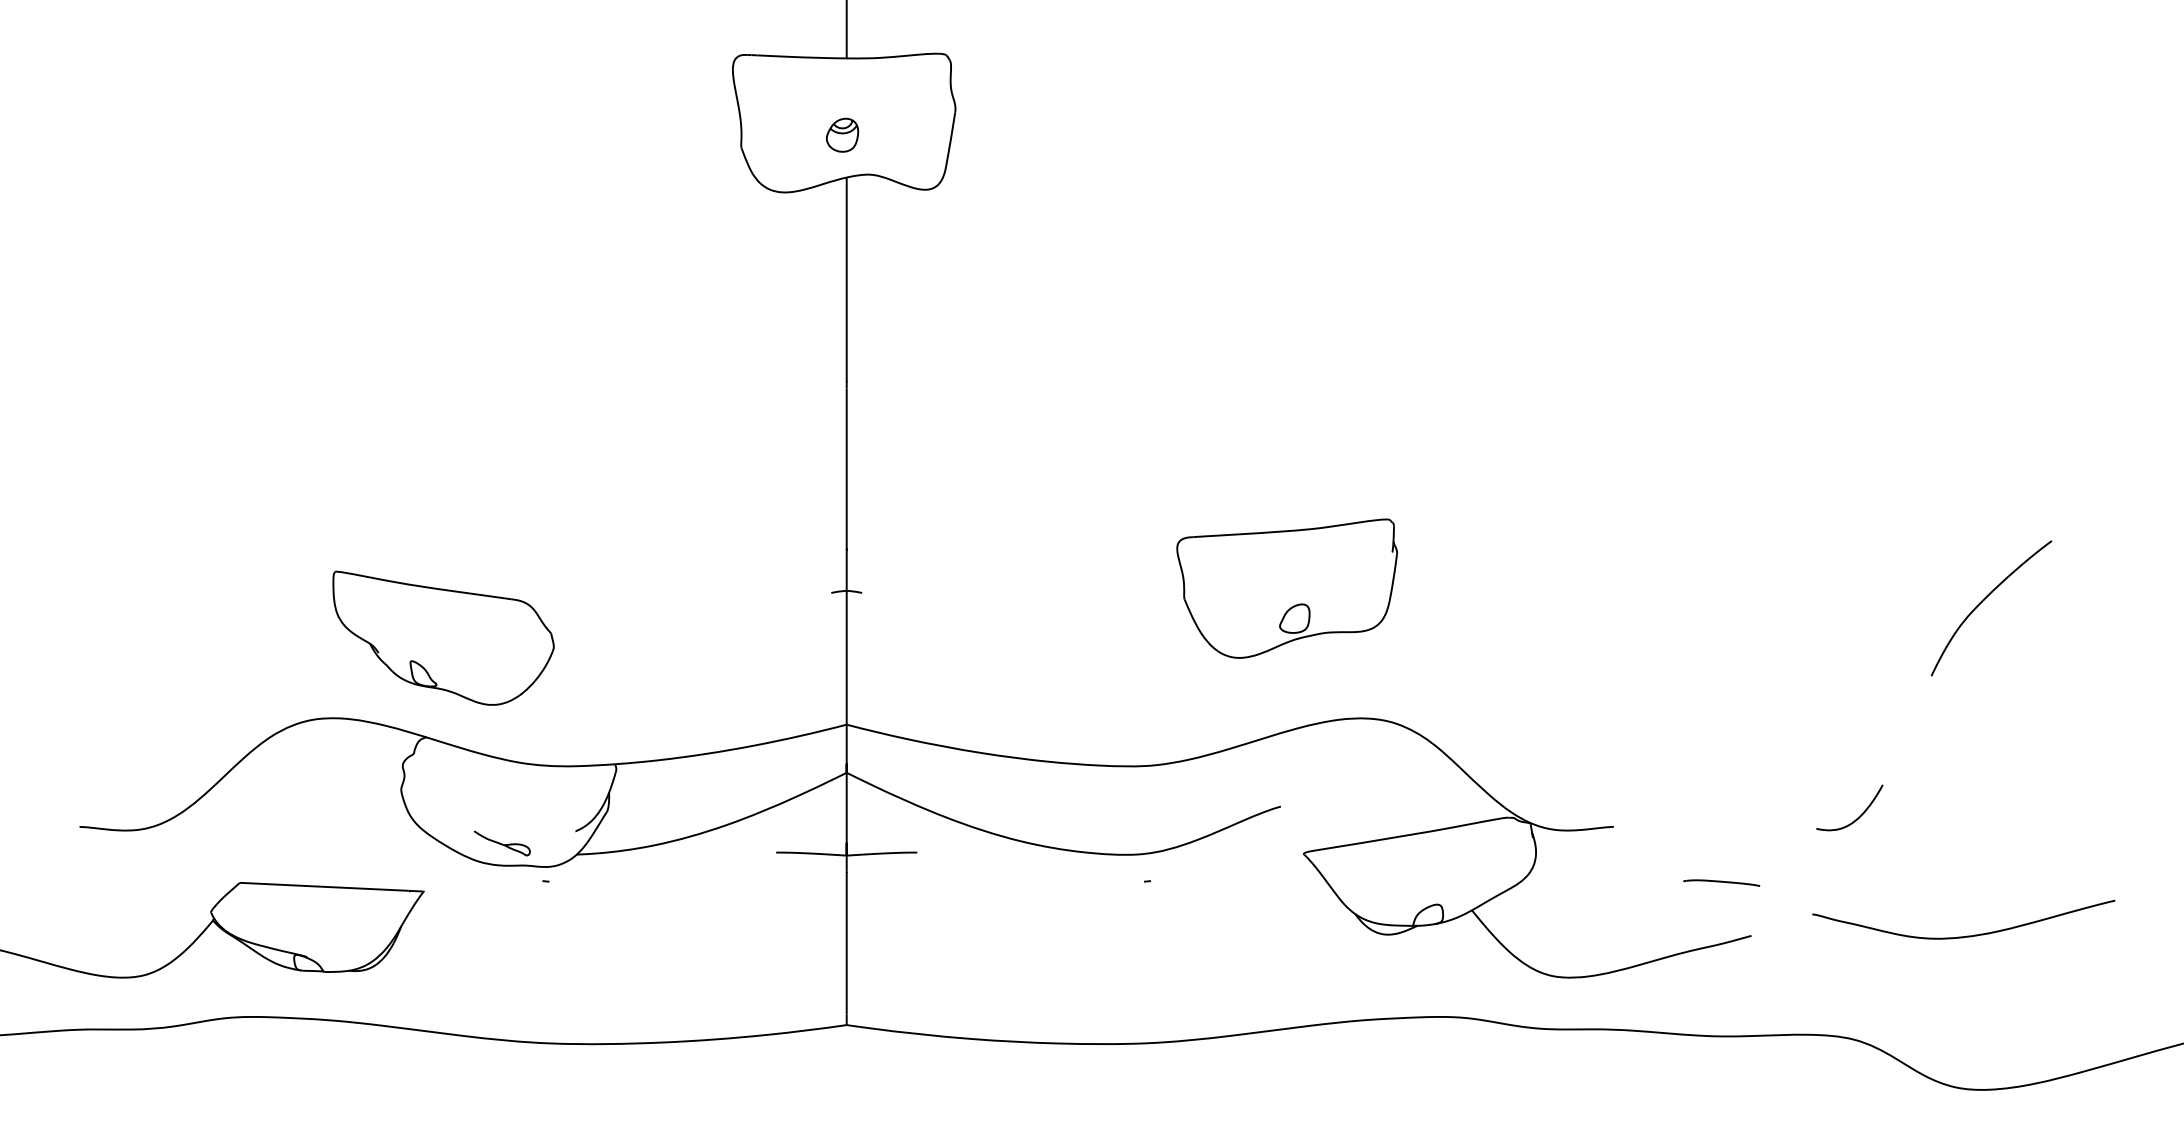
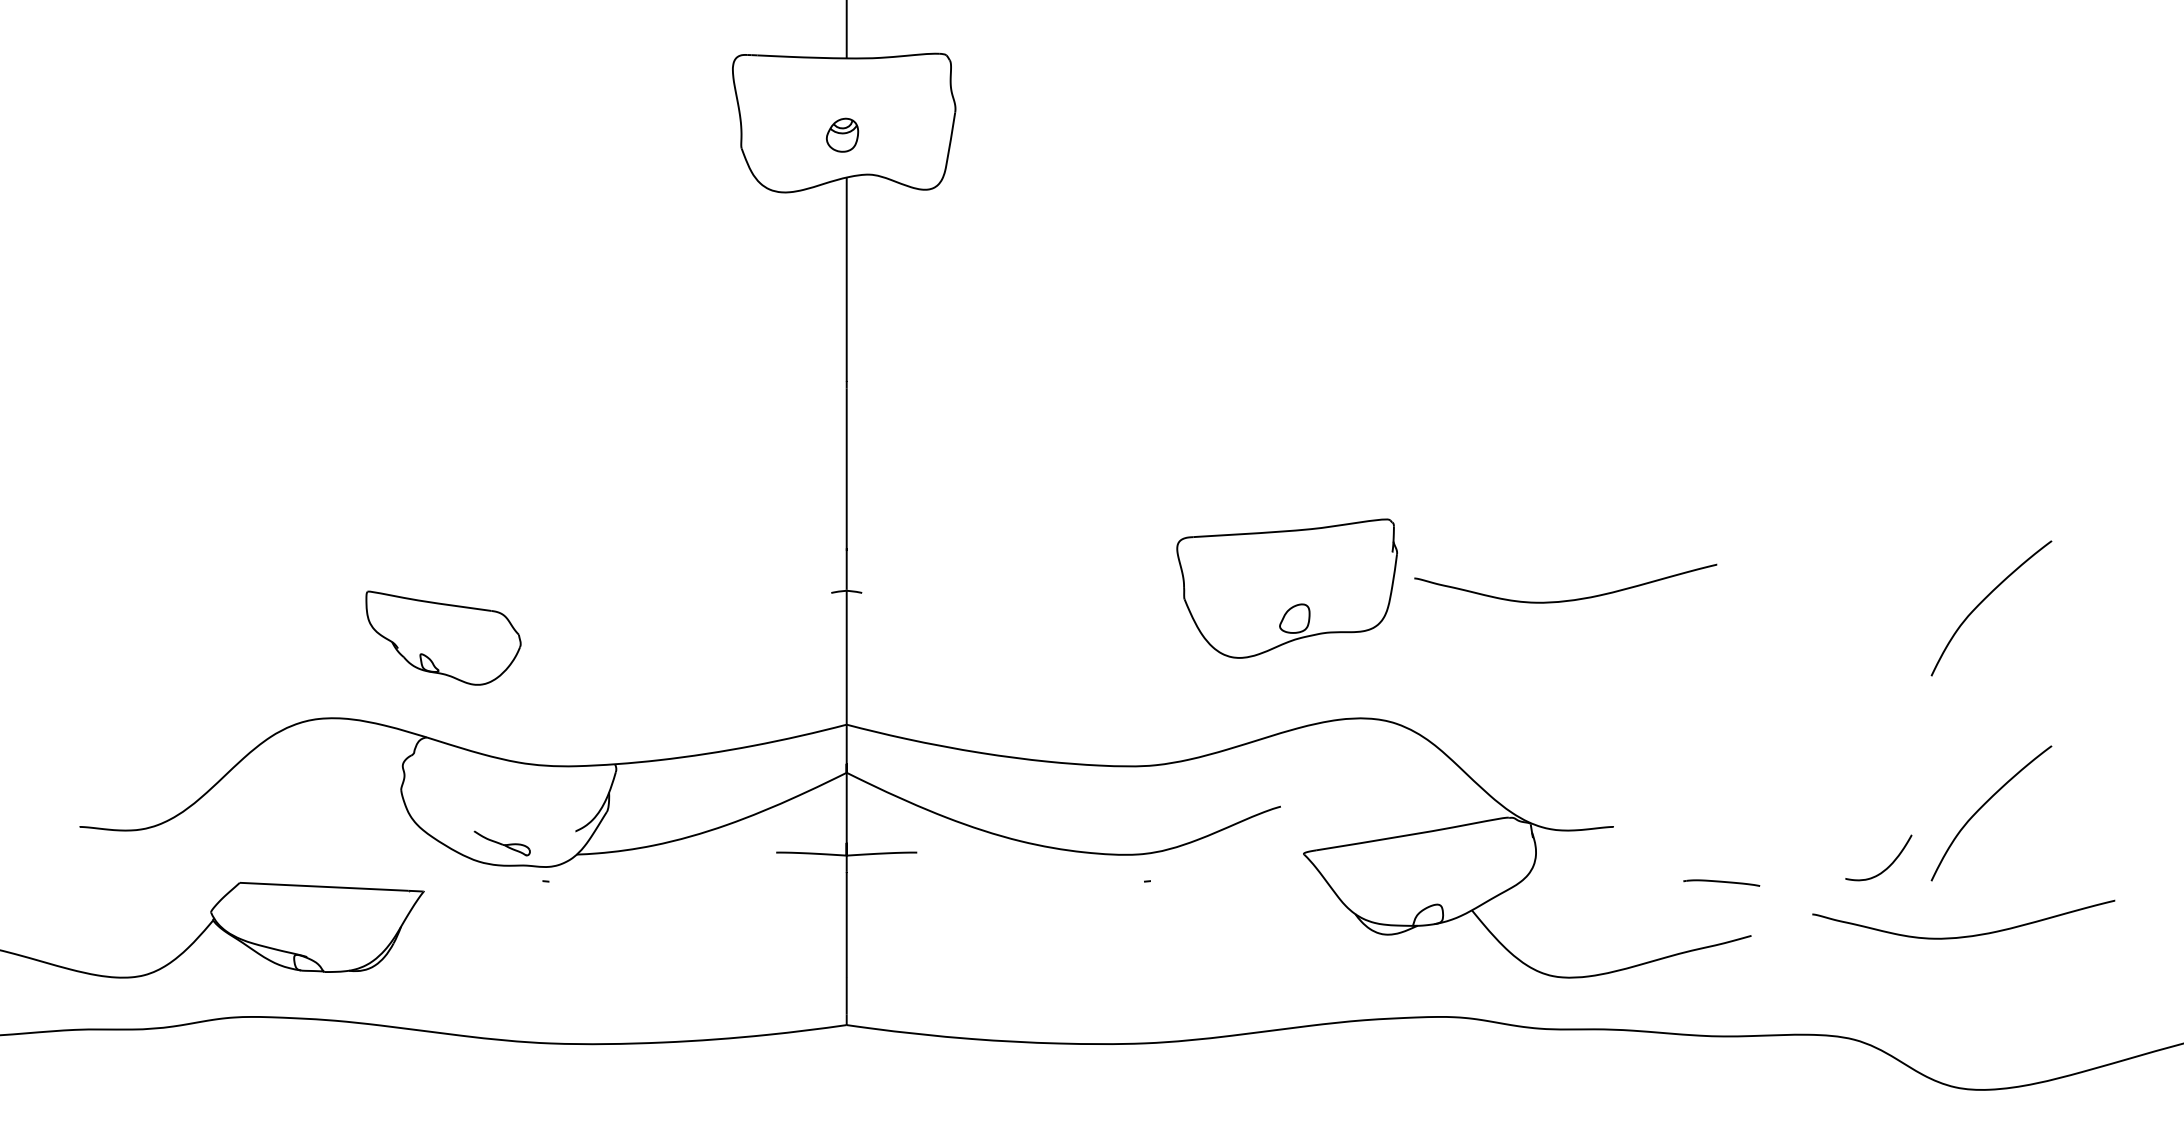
curve at (1568, 599): none -> present
part at (443, 637) size: 223x136 px -> 157x96 px
curve at (1984, 805): none -> present
part at (1858, 816) position: (1858, 816) -> (1887, 866)
